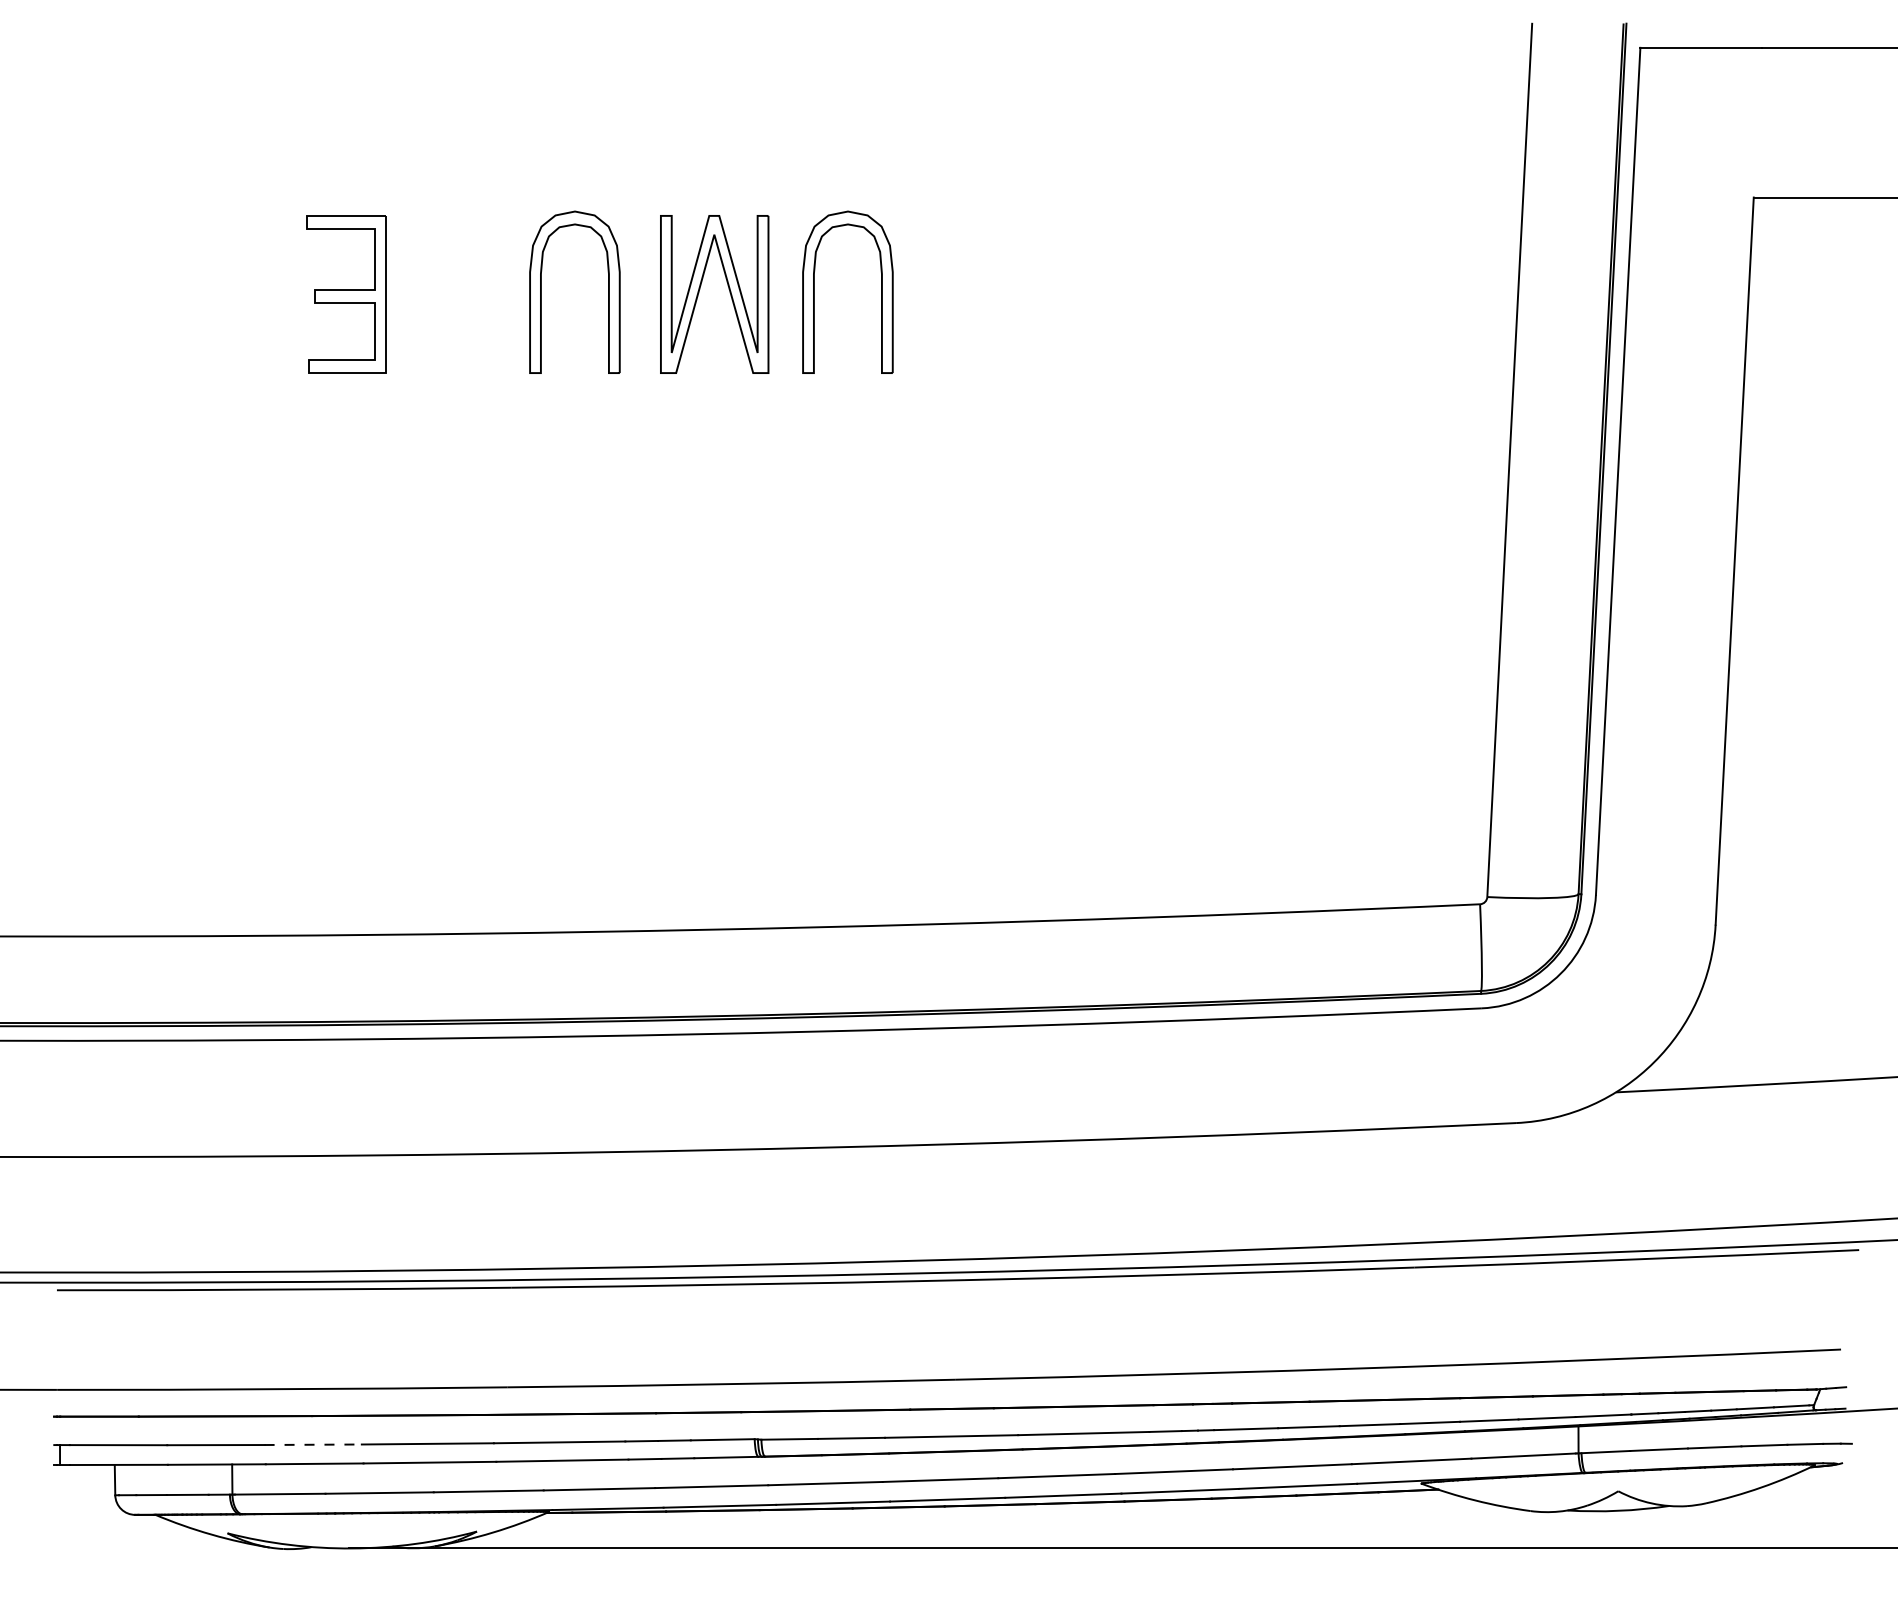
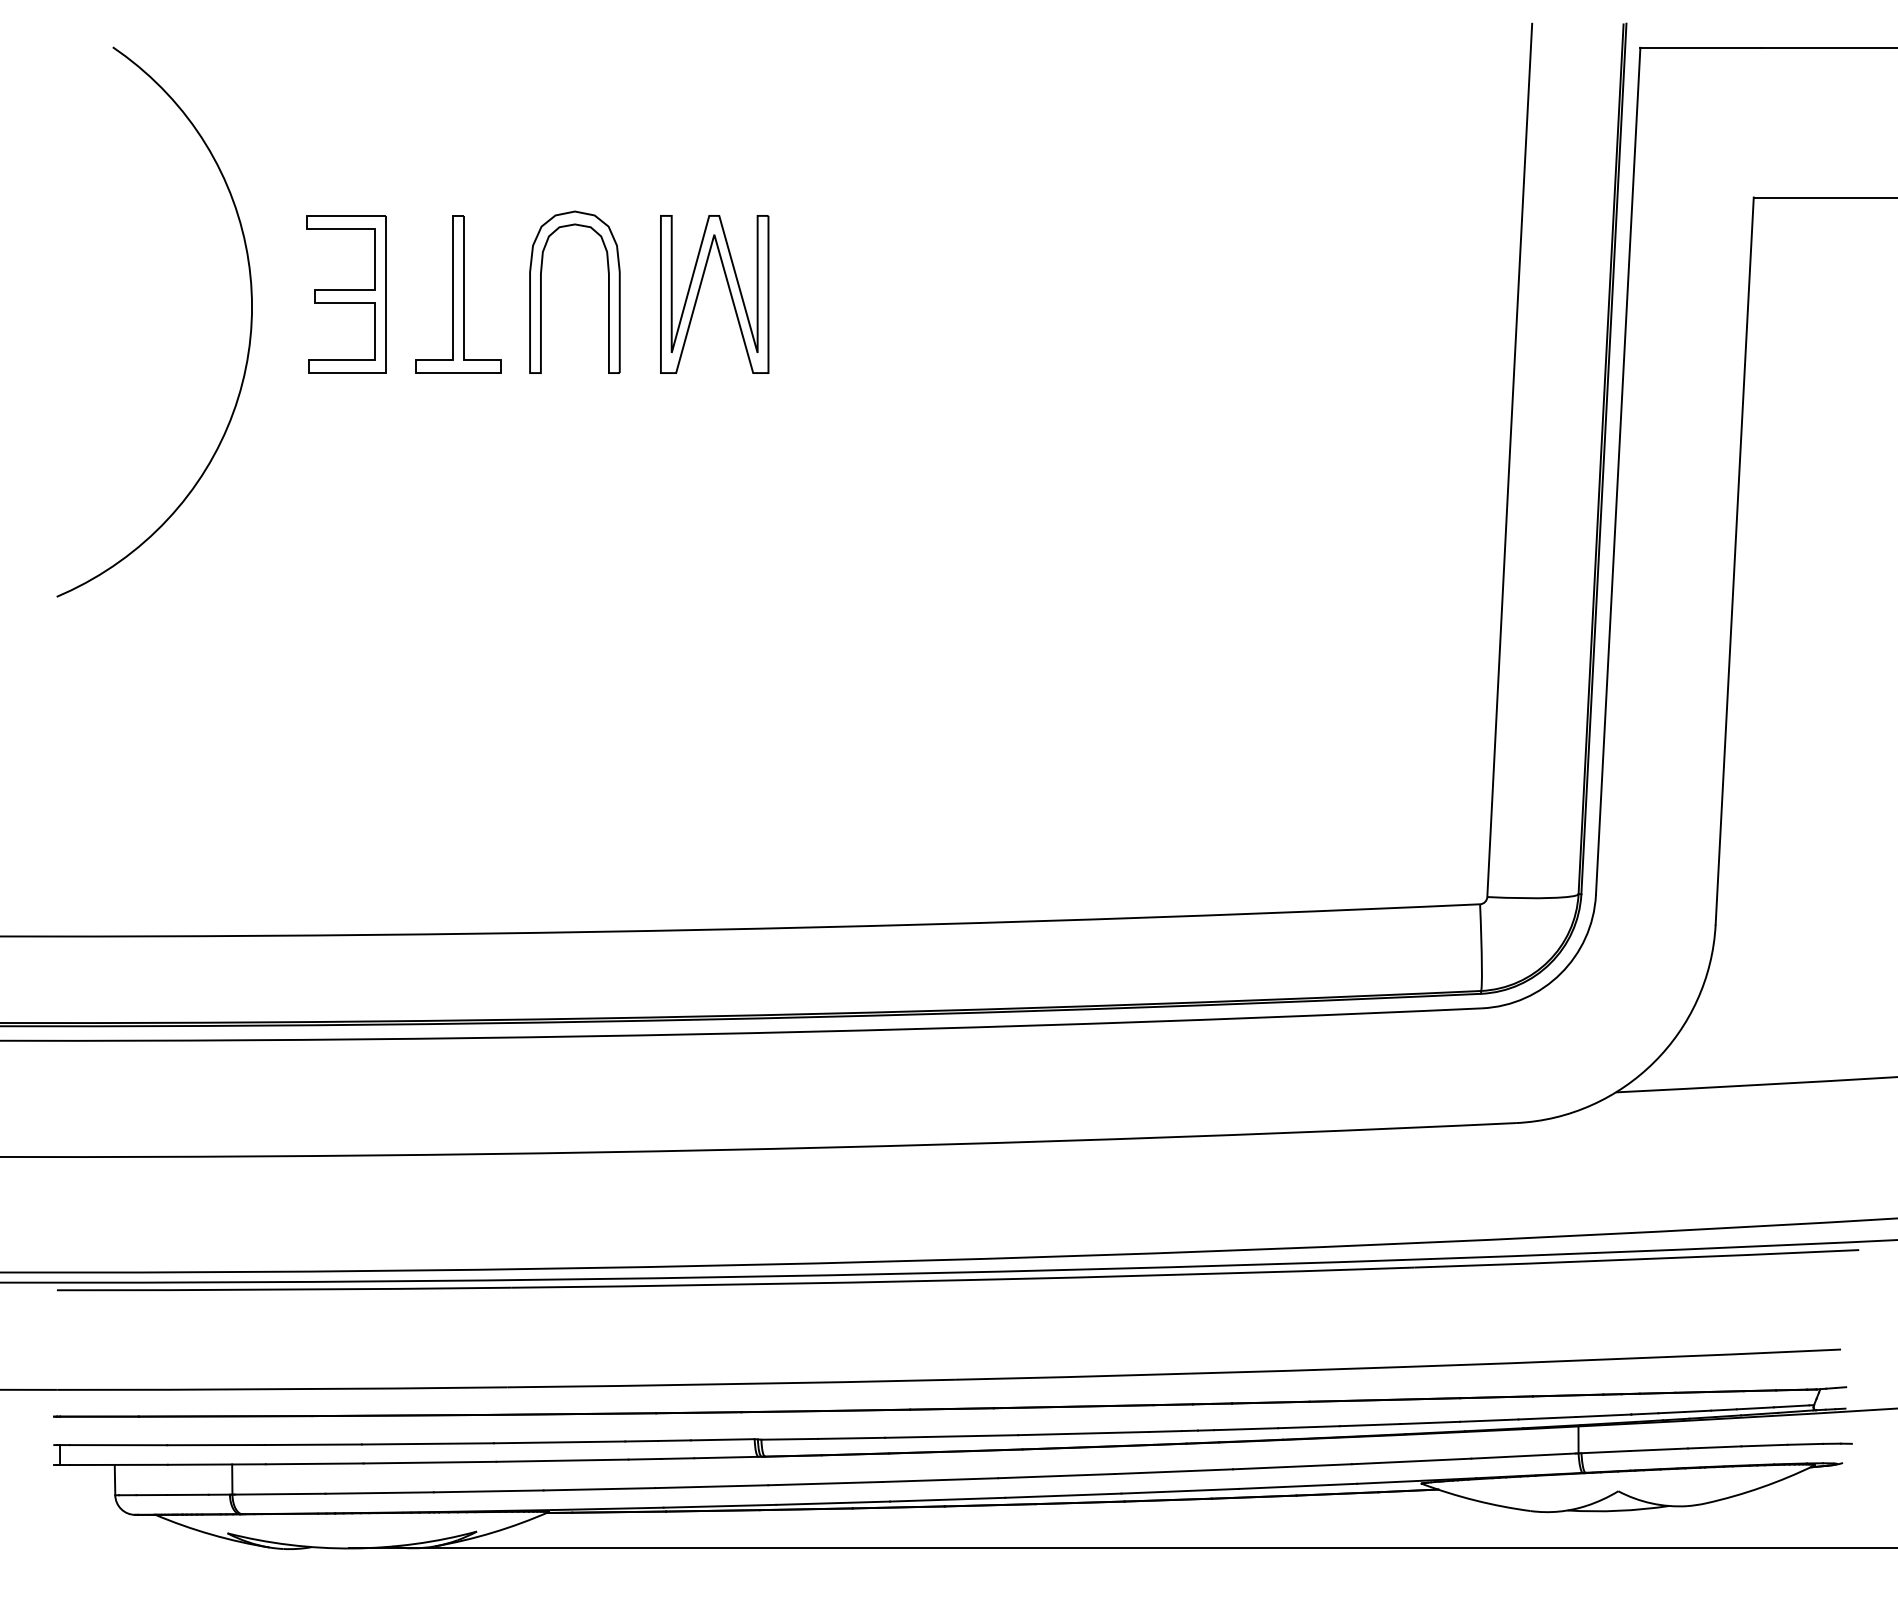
part at (814, 291): present -> none
part at (458, 294): none -> present
curve at (249, 334): none -> present
line at (313, 1444): dashed -> solid
